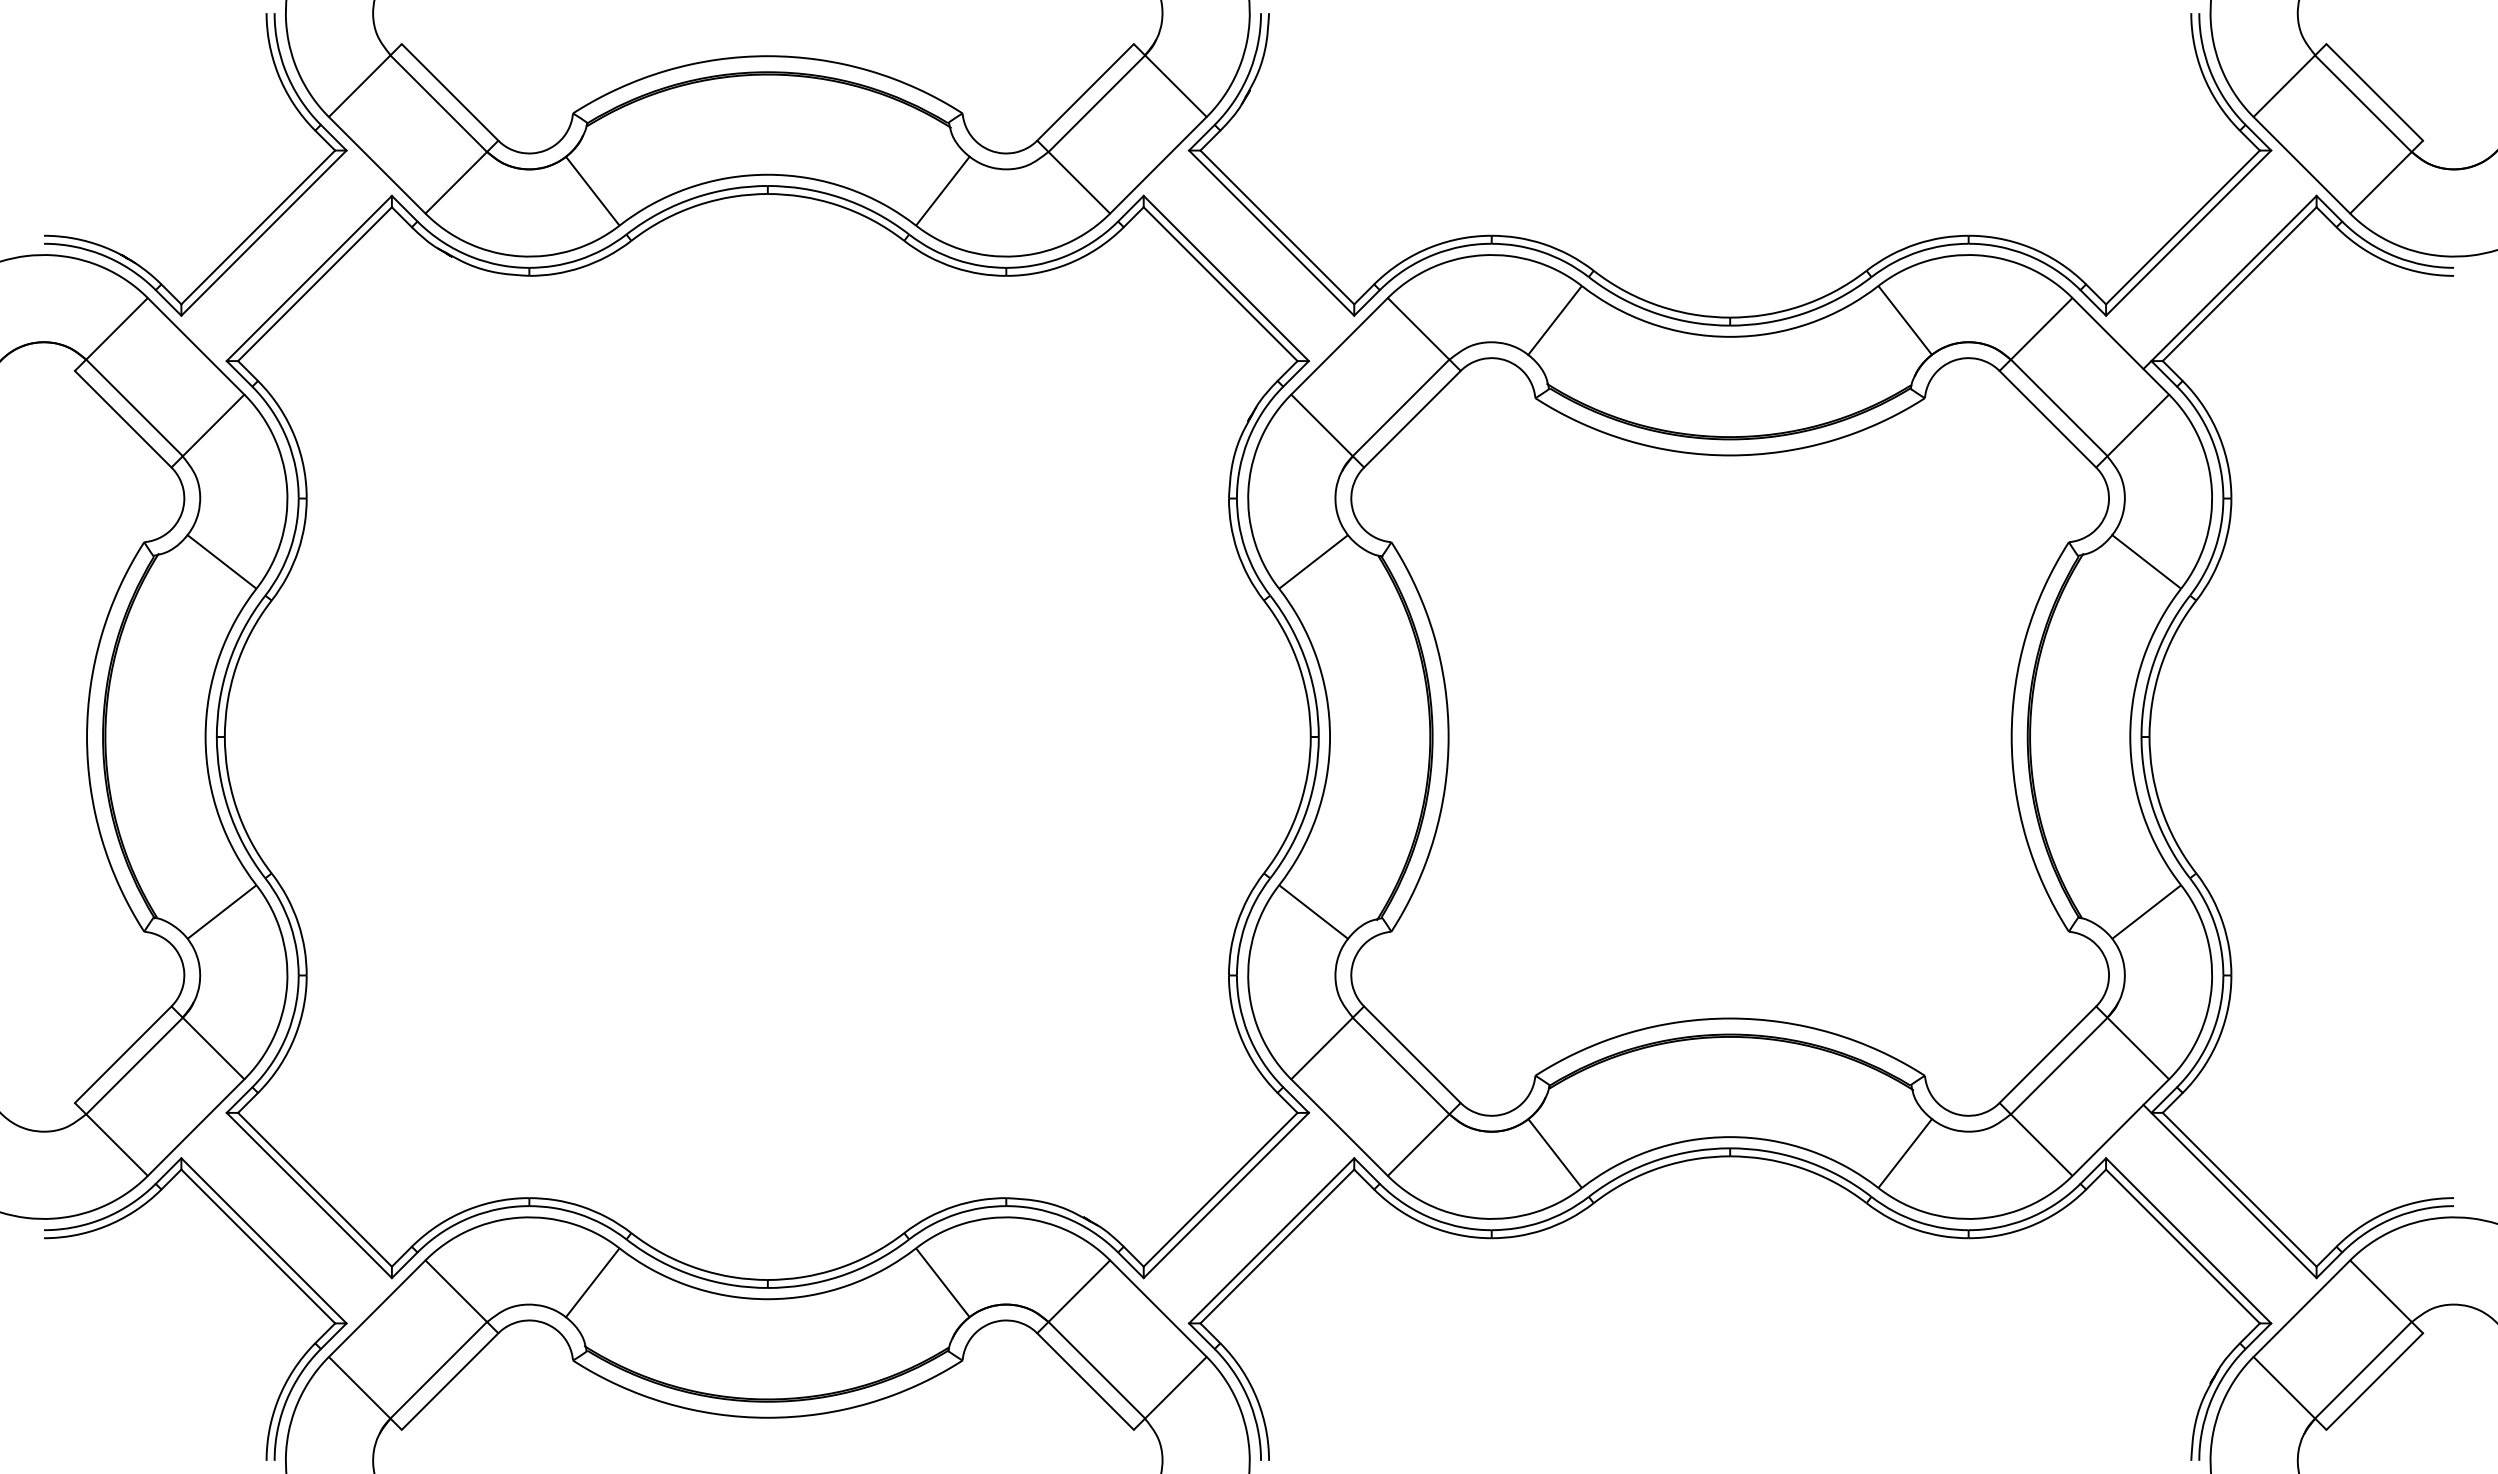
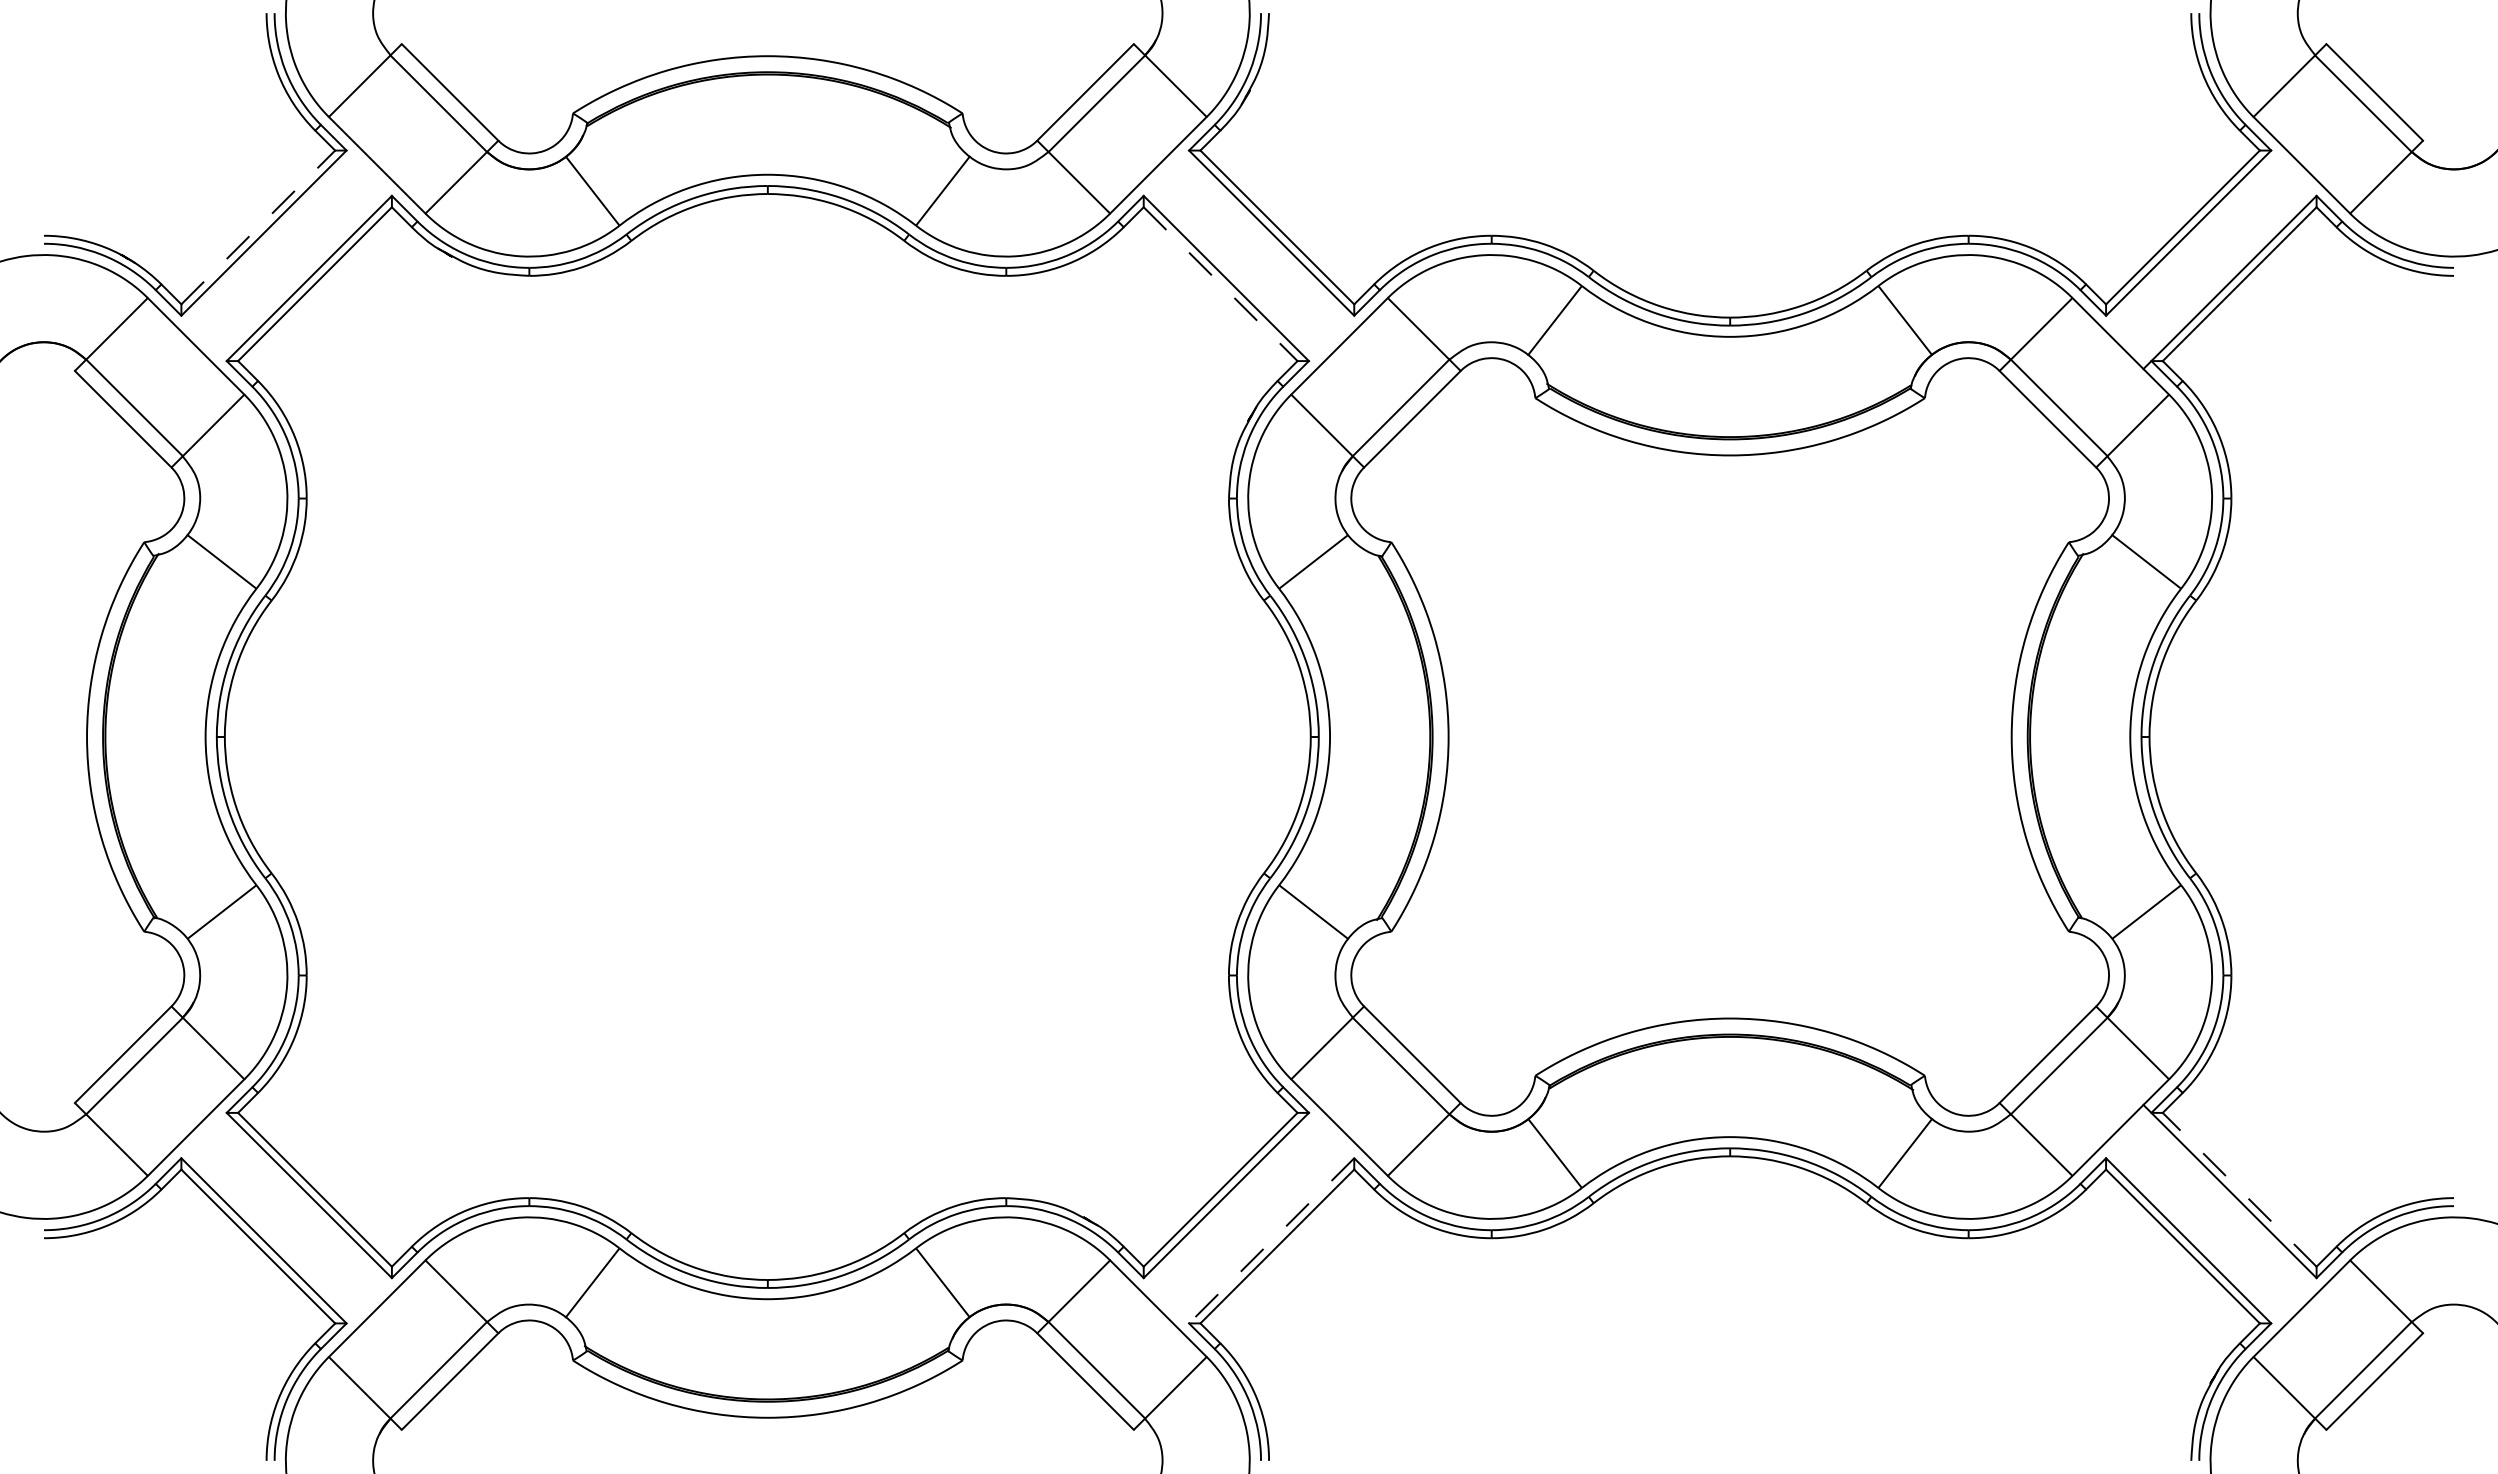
line at (258, 227): solid -> dashed
line at (1220, 284): solid -> dashed
line at (2239, 1189): solid -> dashed
line at (1271, 1240): solid -> dashed
